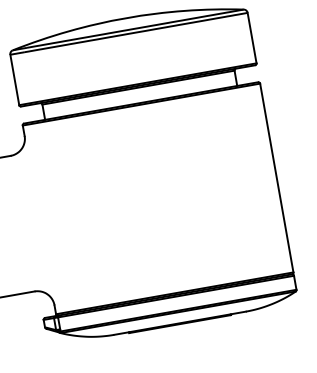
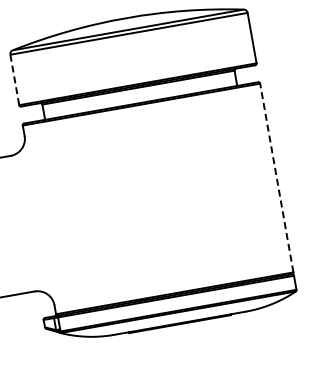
line at (14, 79): solid -> dashed
line at (276, 178): solid -> dashed
